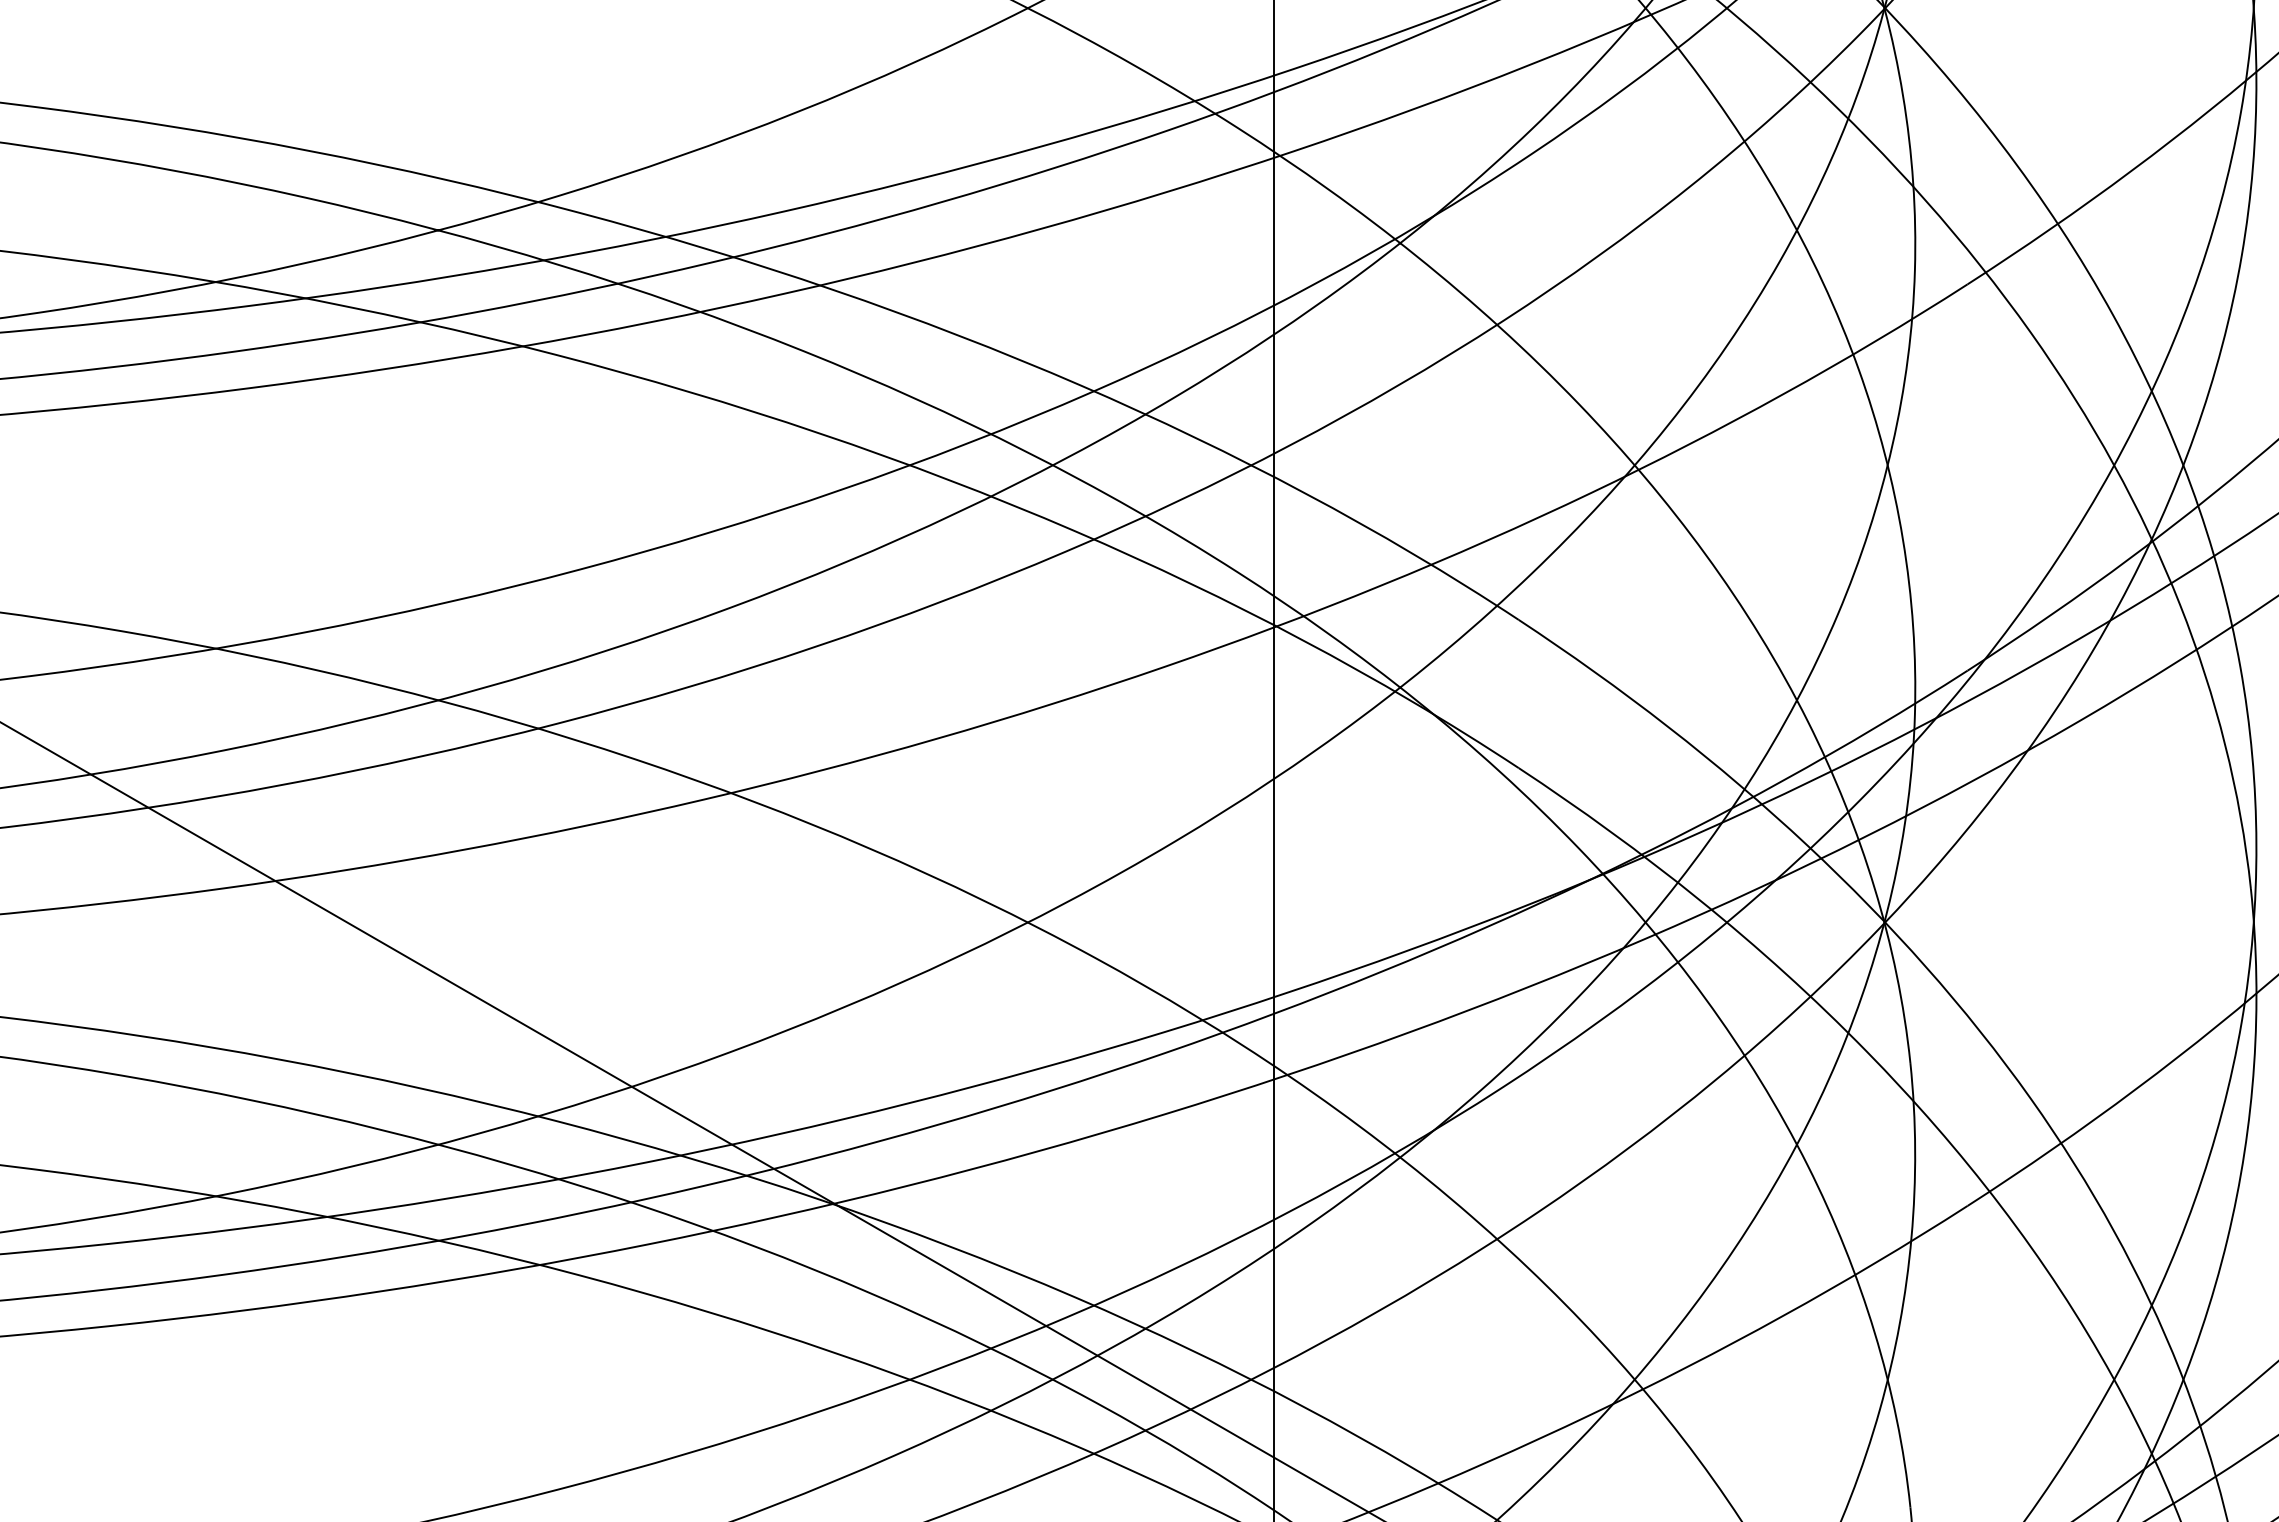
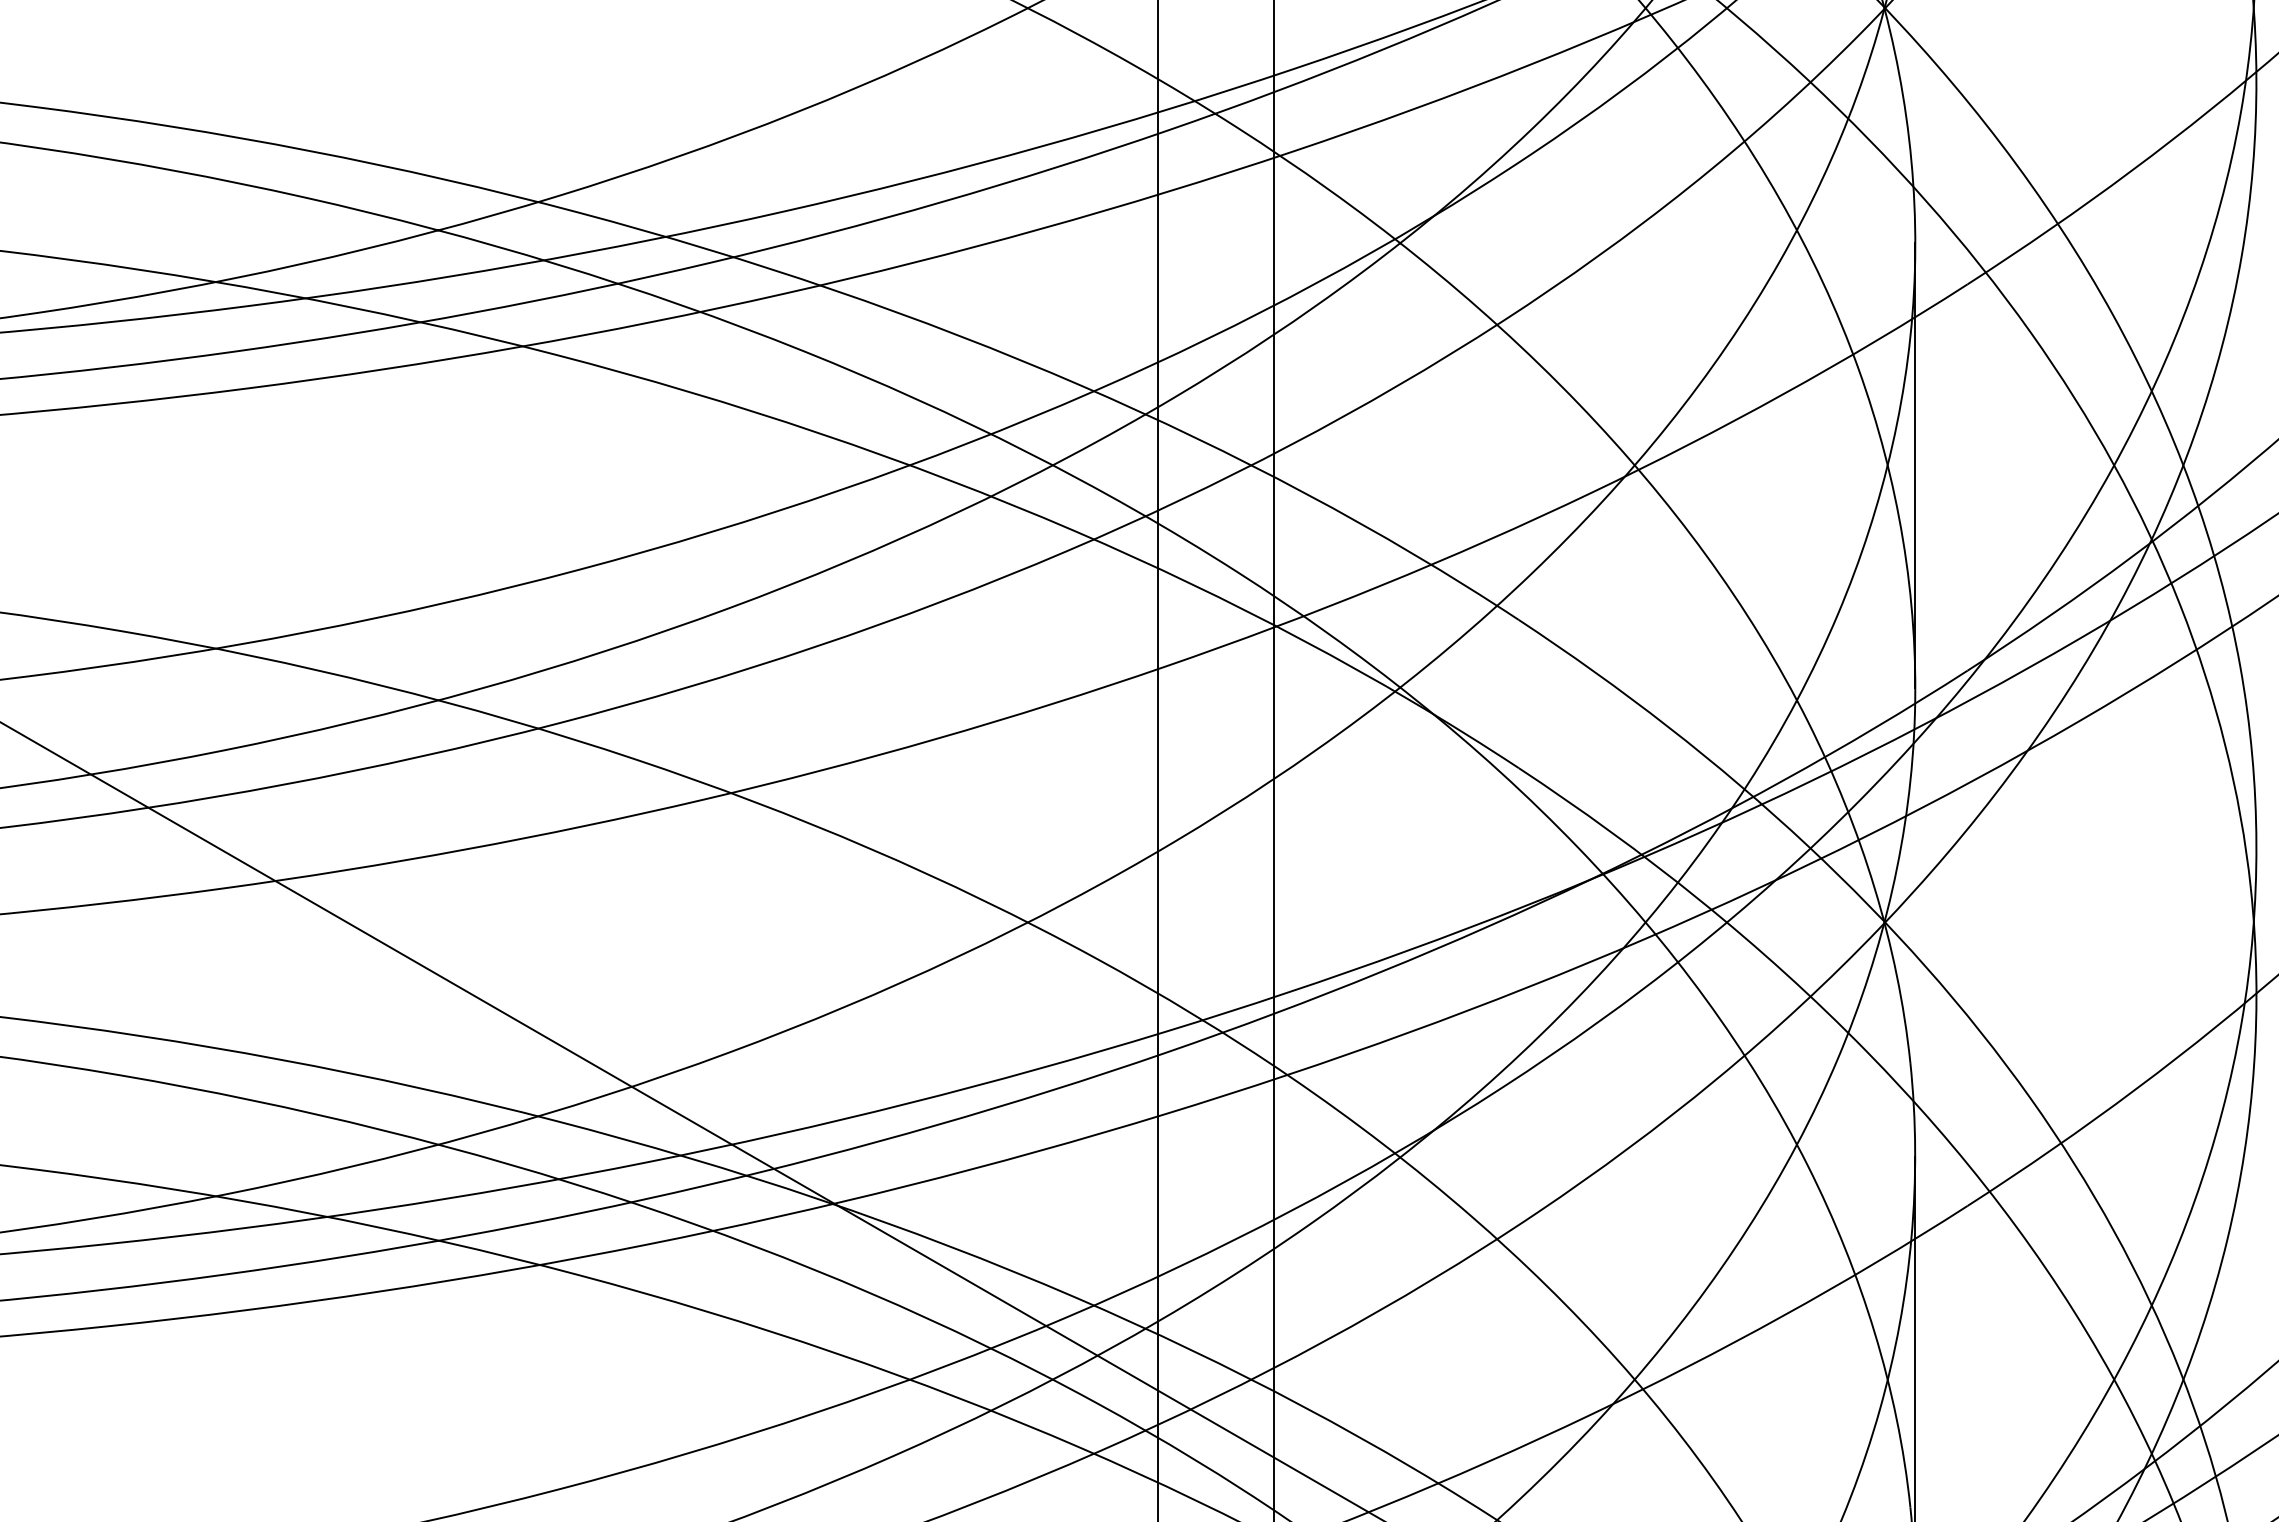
line at (1915, 465): none -> present
line at (1157, 760): none -> present
line at (1915, 1337): none -> present
